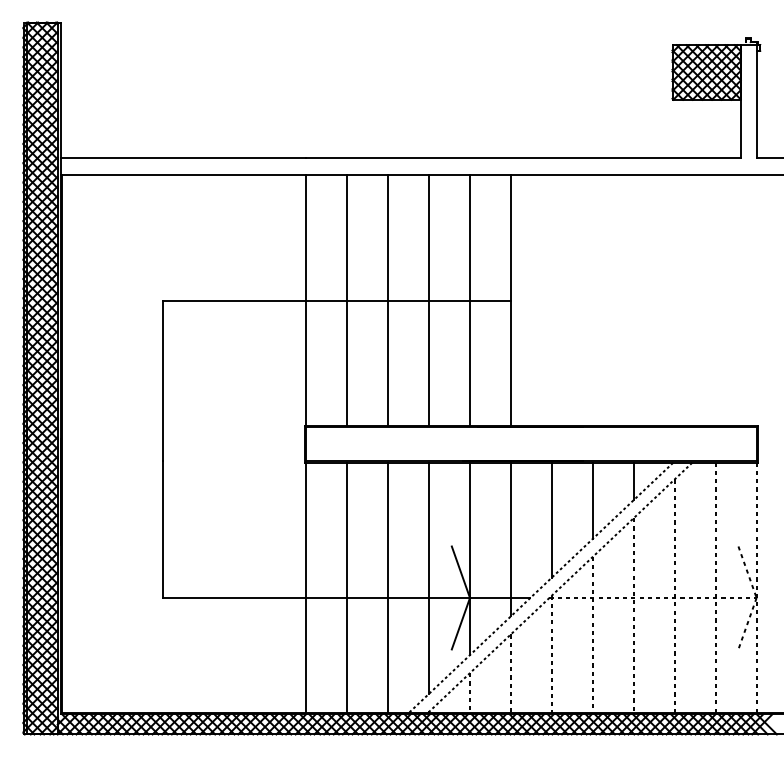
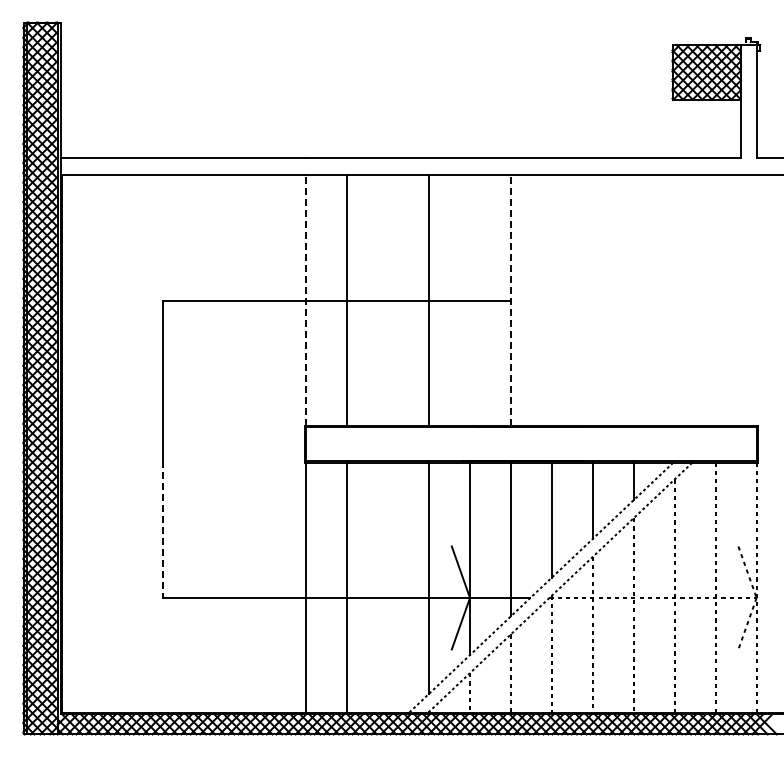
line at (306, 300): solid -> dashed
line at (388, 300): present -> none
line at (470, 300): present -> none
line at (510, 300): solid -> dashed
line at (162, 530): solid -> dashed
line at (387, 587): present -> none
